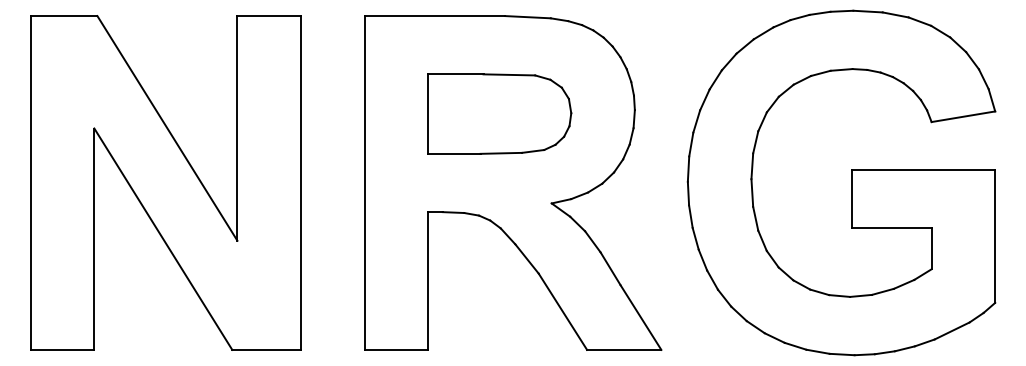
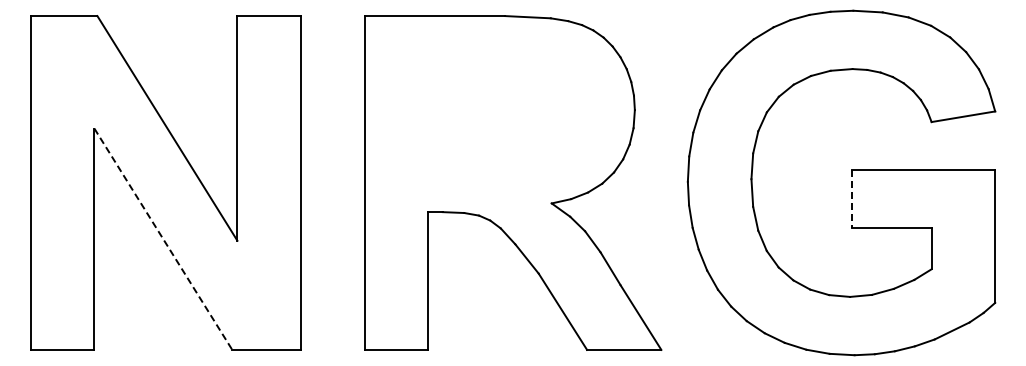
part at (499, 113): present -> none
line at (852, 199): solid -> dashed
line at (163, 239): solid -> dashed
